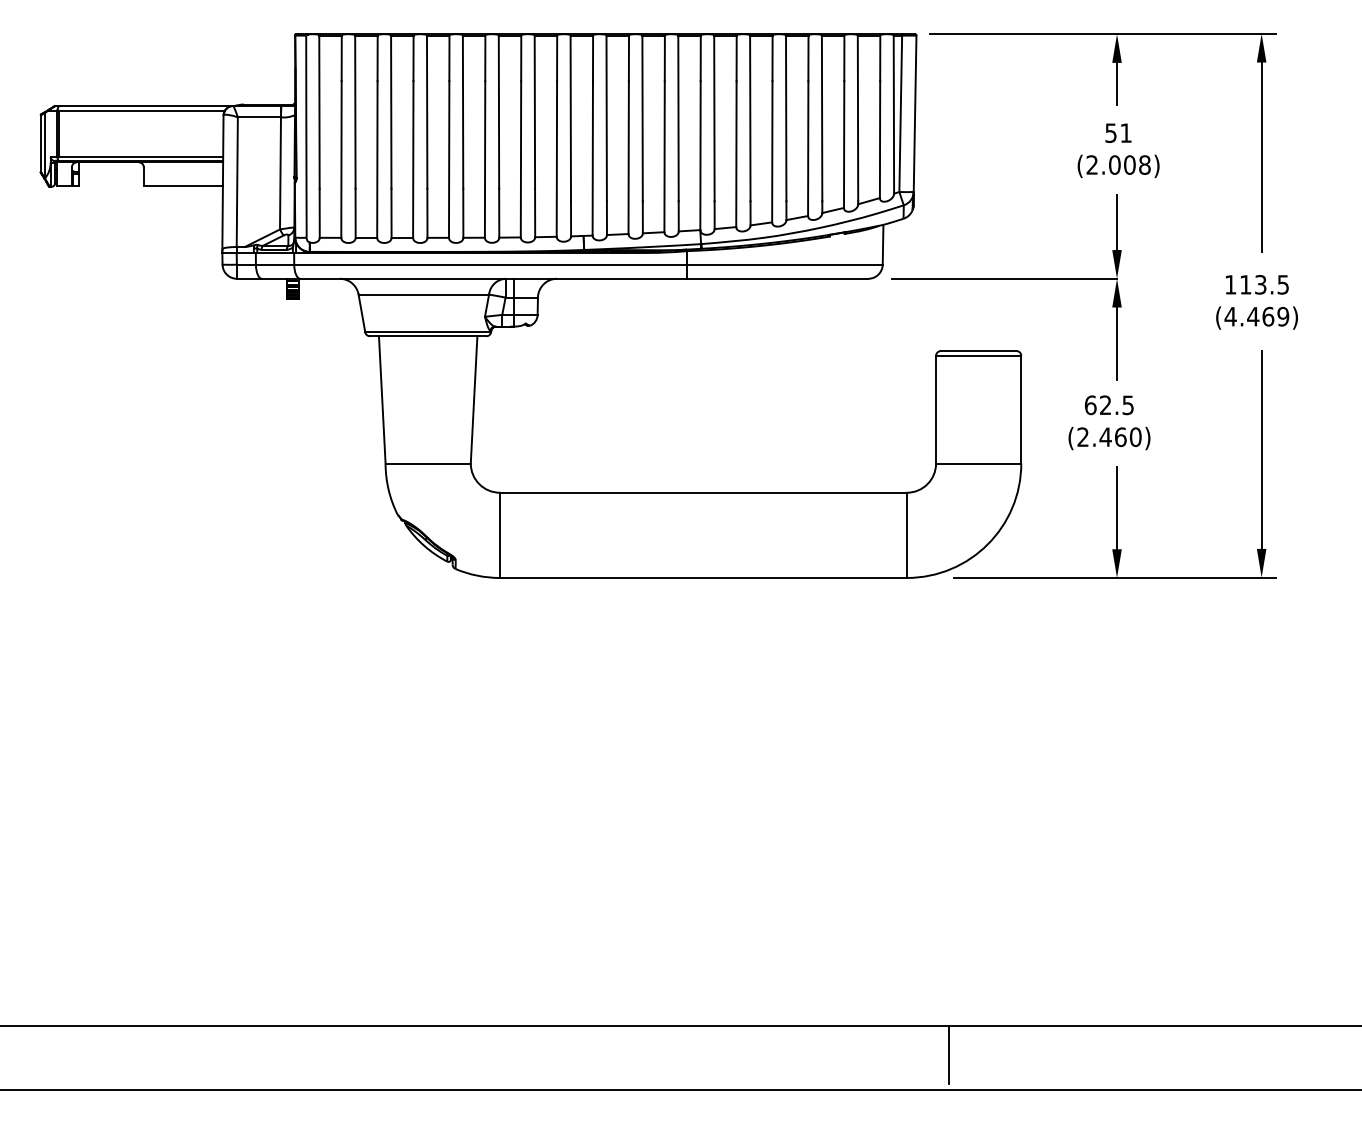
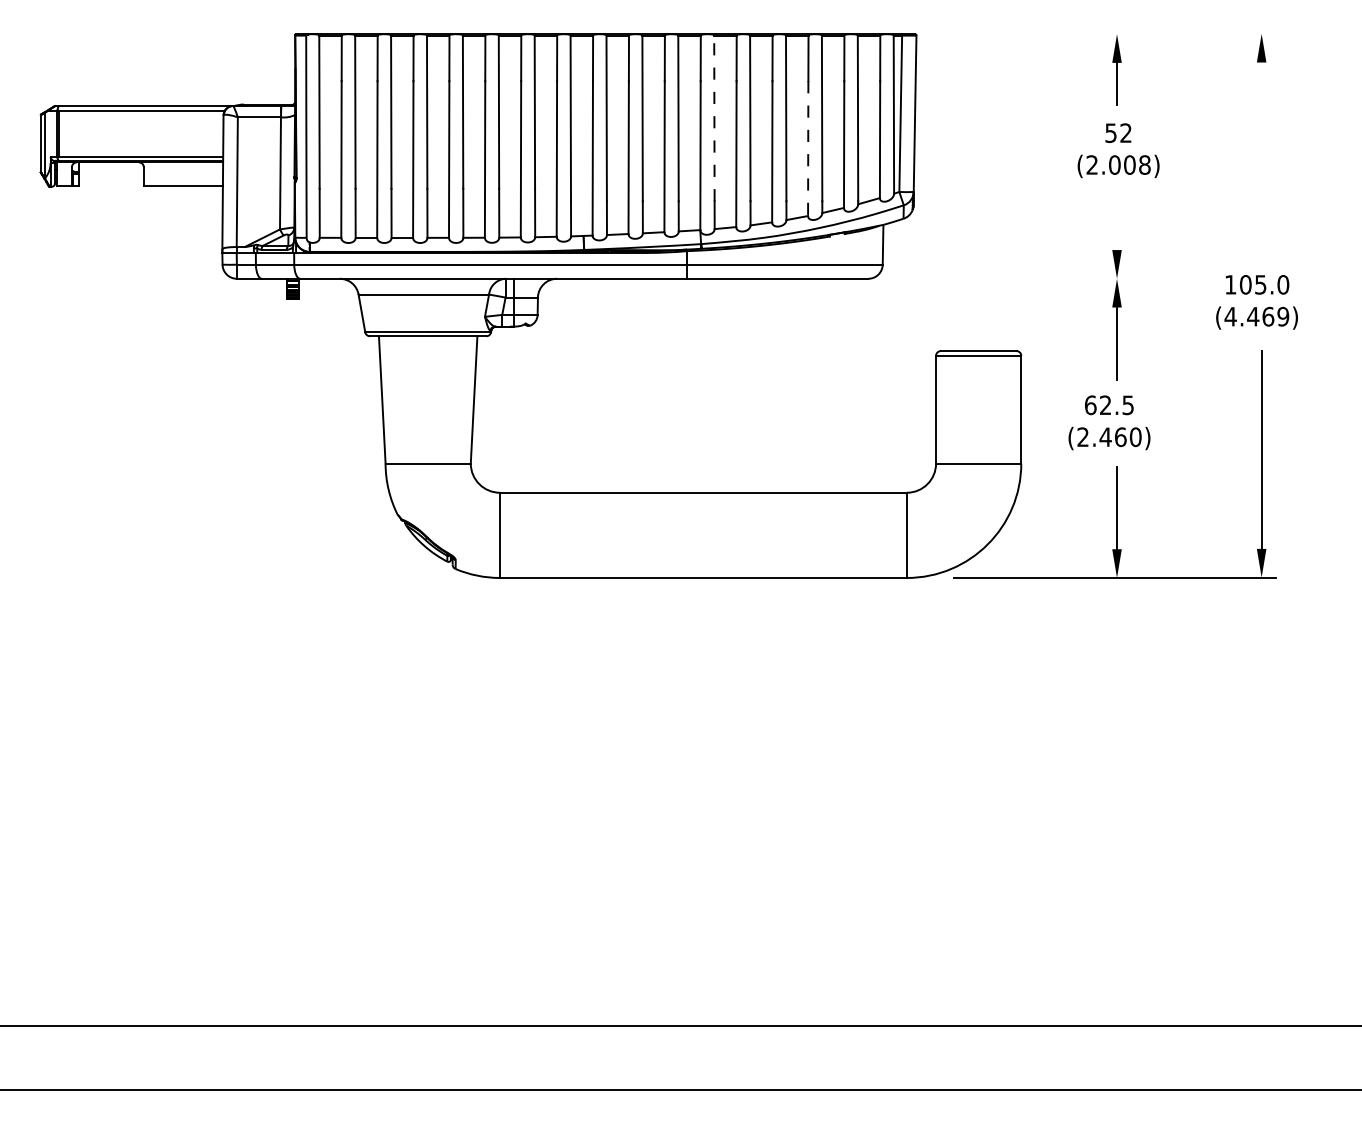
line at (1102, 34): present -> none
line at (714, 118): solid -> dashed
text at (1125, 132): 51 -> 52
line at (808, 149): solid -> dashed
line at (1261, 157): present -> none
line at (1117, 222): present -> none
line at (1004, 278): present -> none
text at (1264, 284): 113.5 -> 105.0
line at (948, 1055): present -> none
